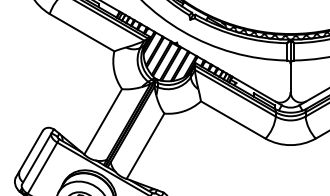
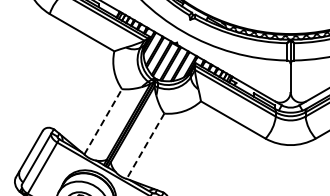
line at (103, 121): solid -> dashed
line at (145, 146): solid -> dashed
